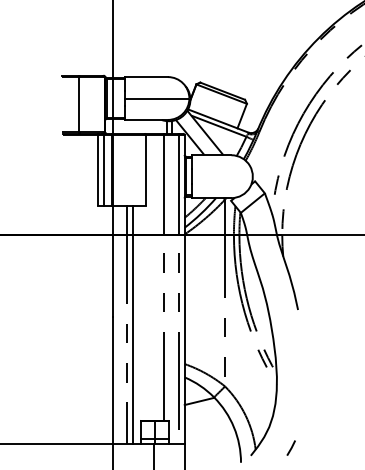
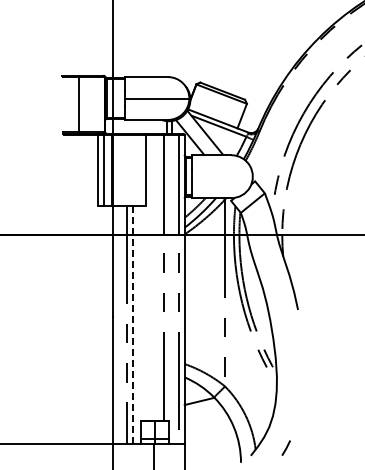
line at (133, 325): solid -> dashed
line at (290, 447) position: (290, 447) -> (285, 447)
